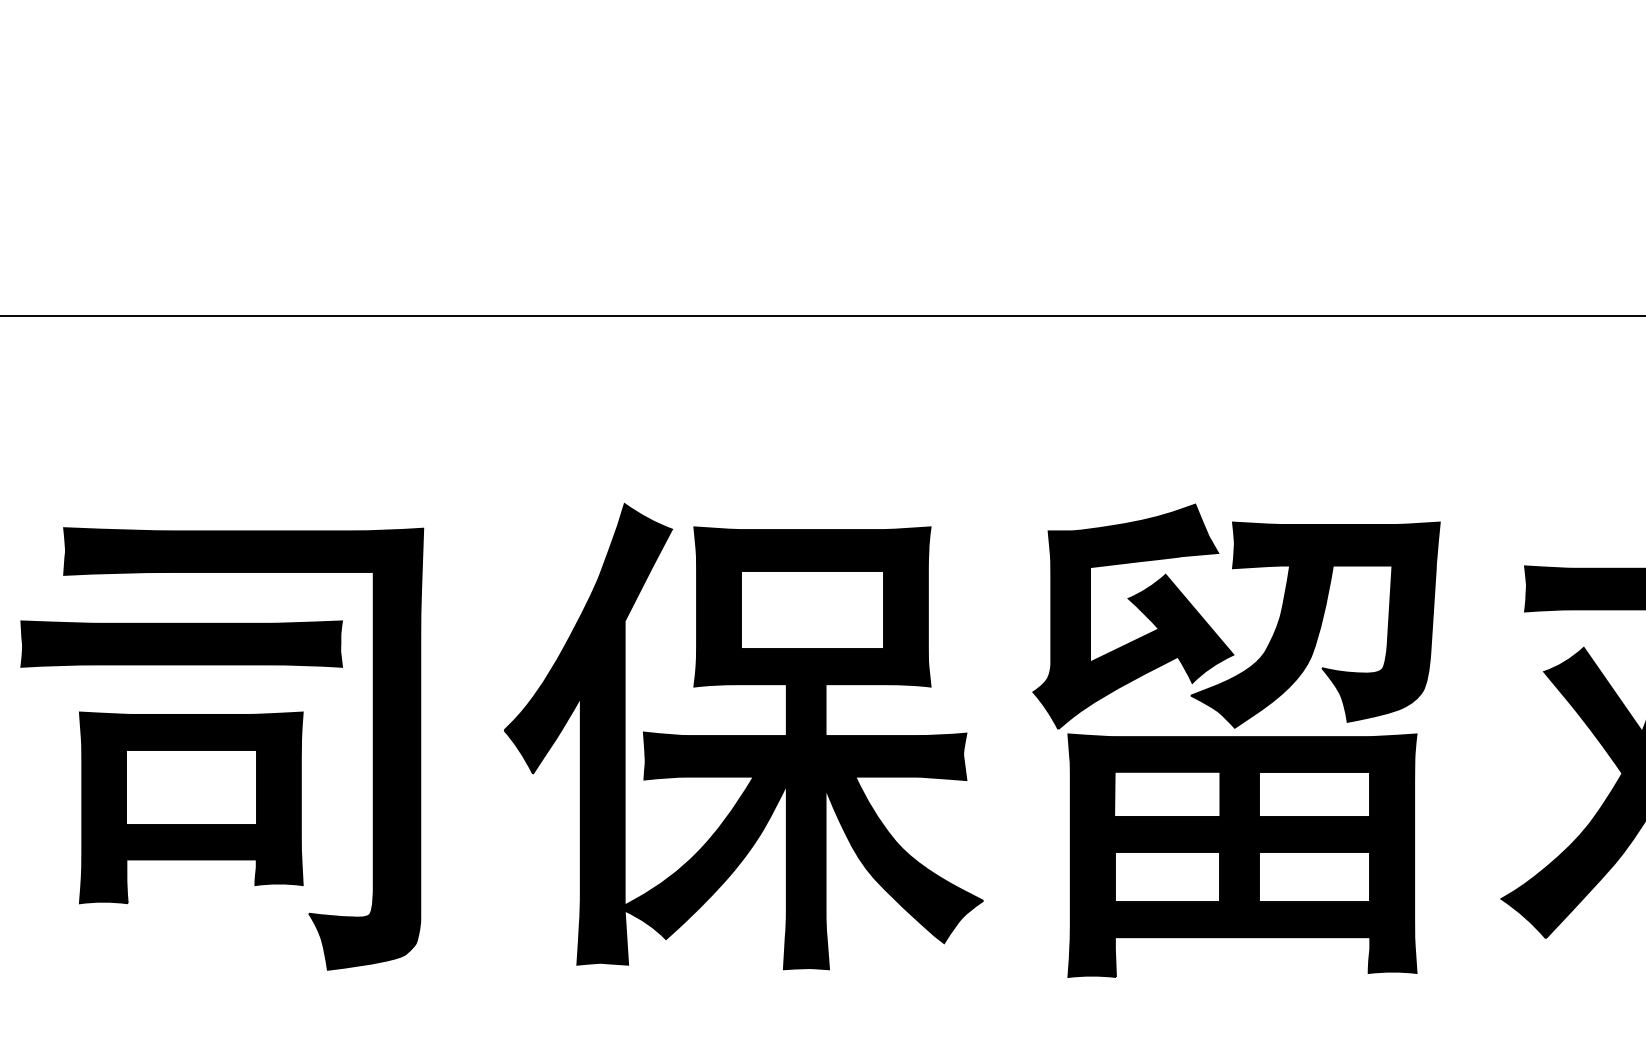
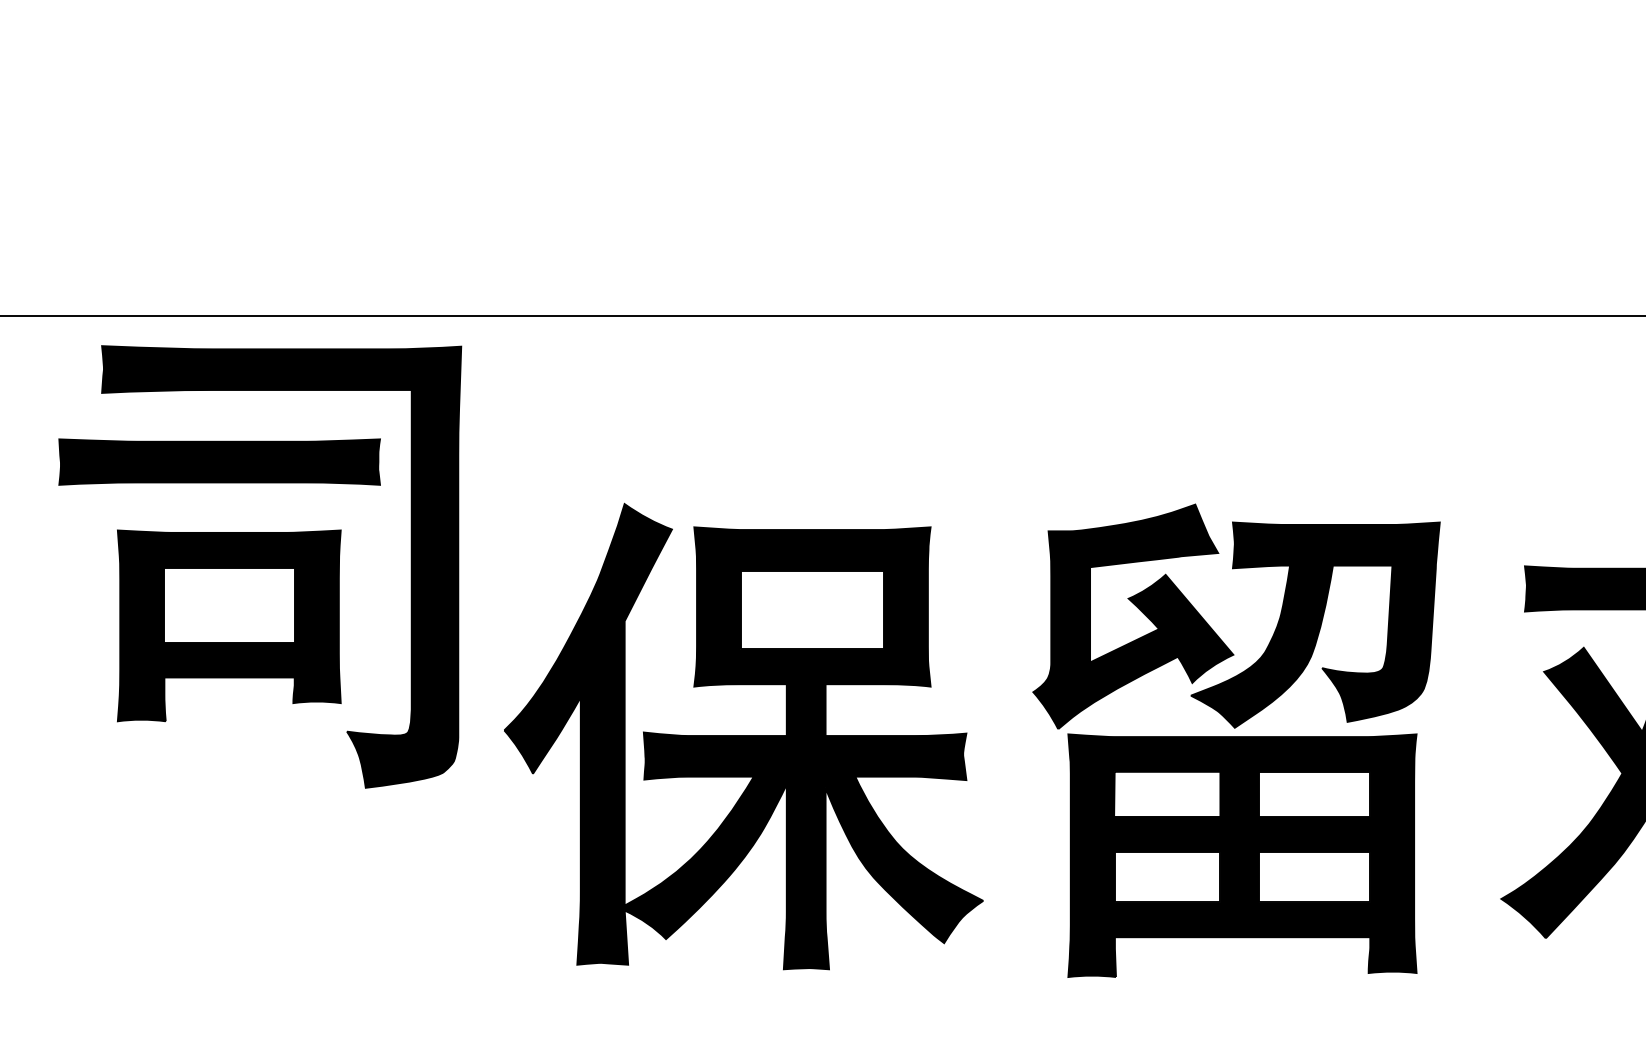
part at (222, 748) position: (222, 748) -> (260, 566)
